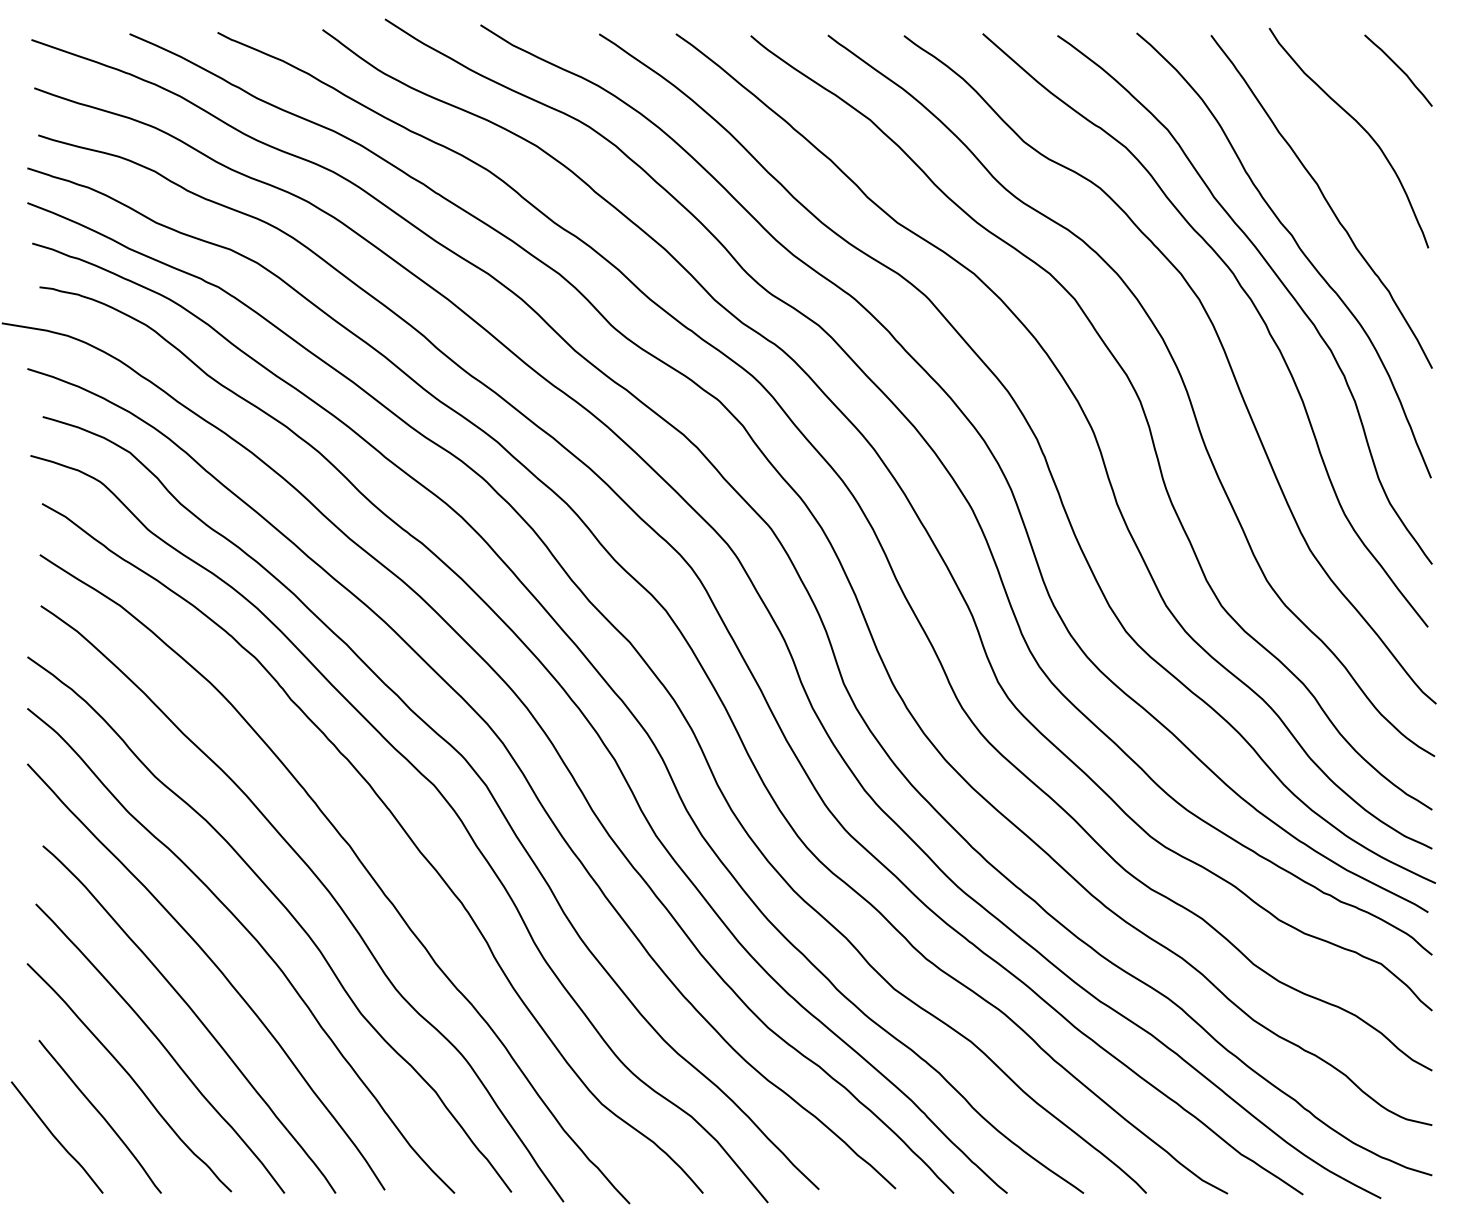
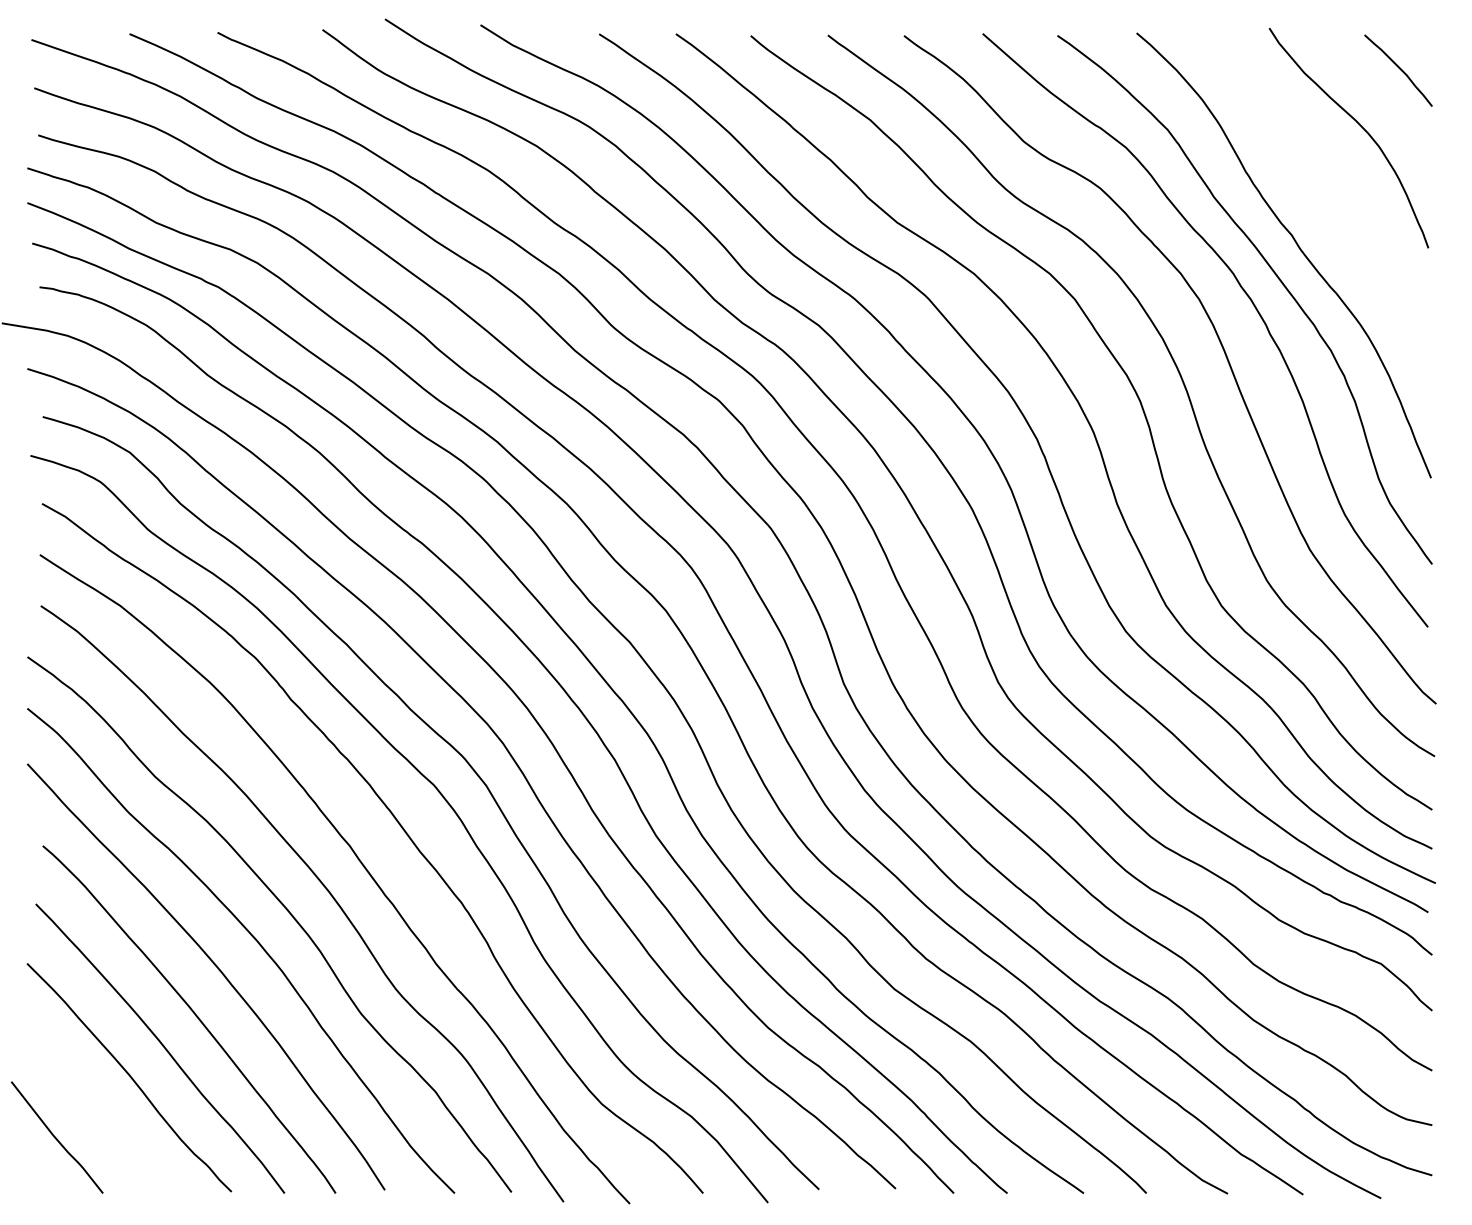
curve at (1323, 198): present -> none
curve at (100, 1115): present -> none
